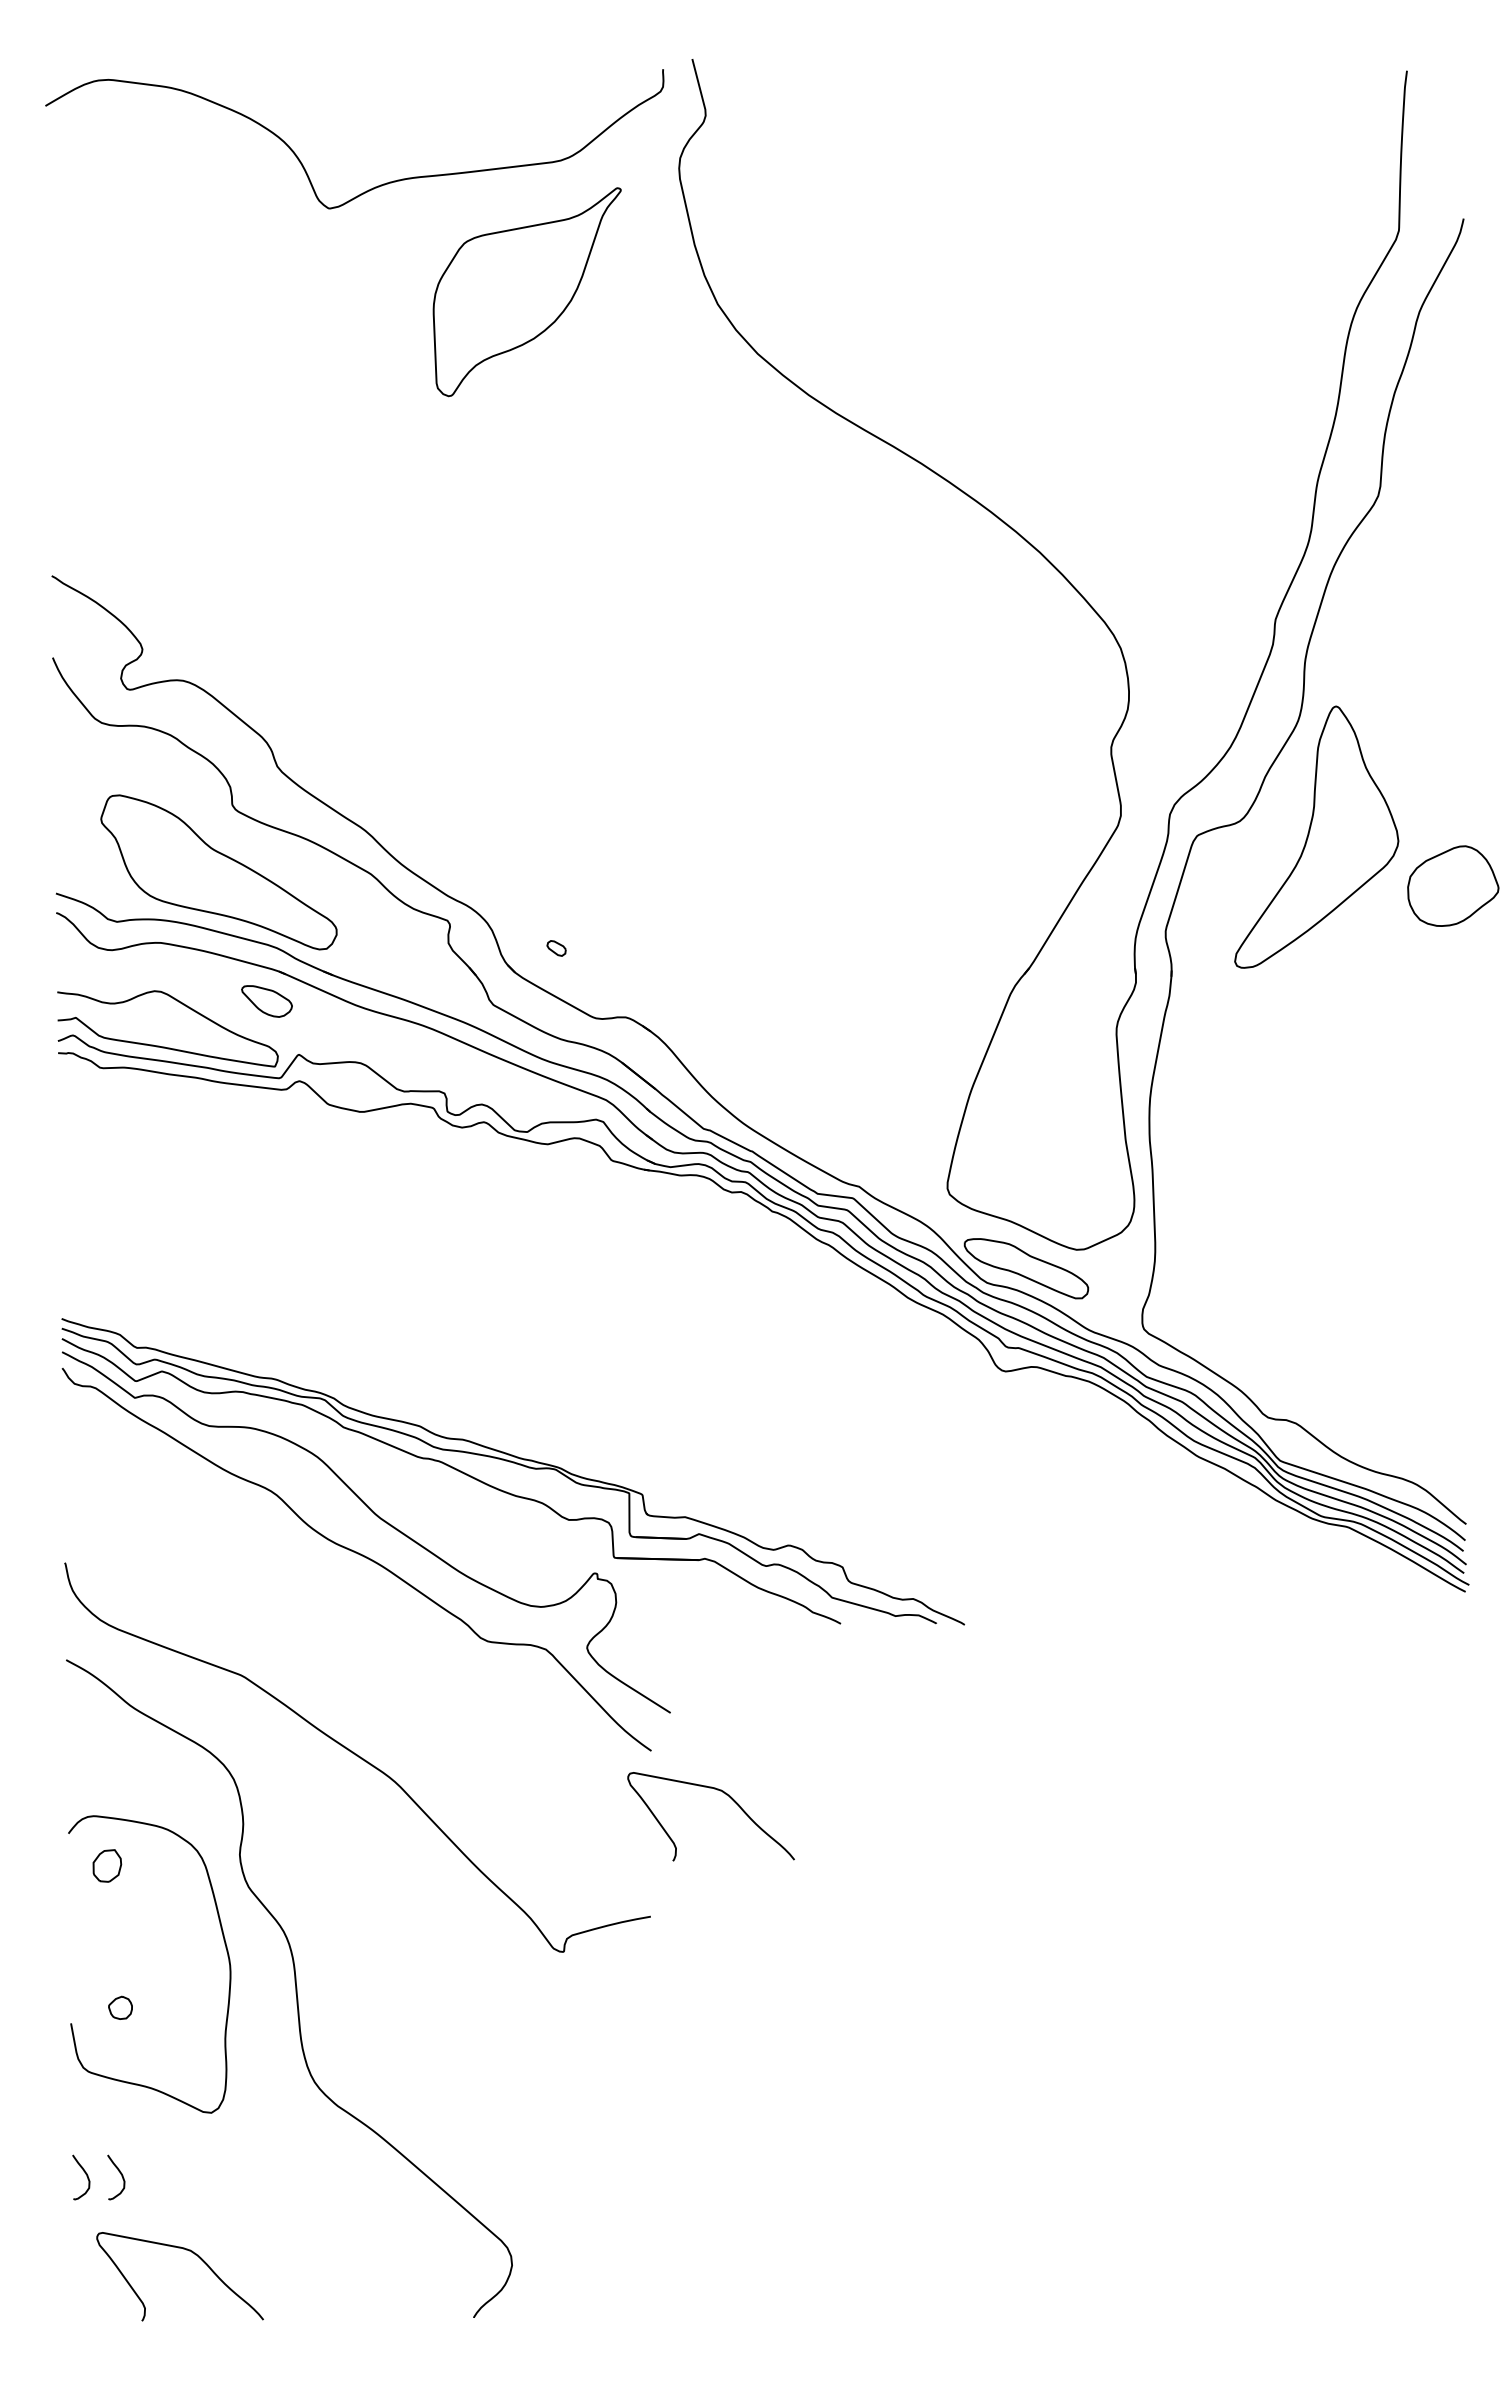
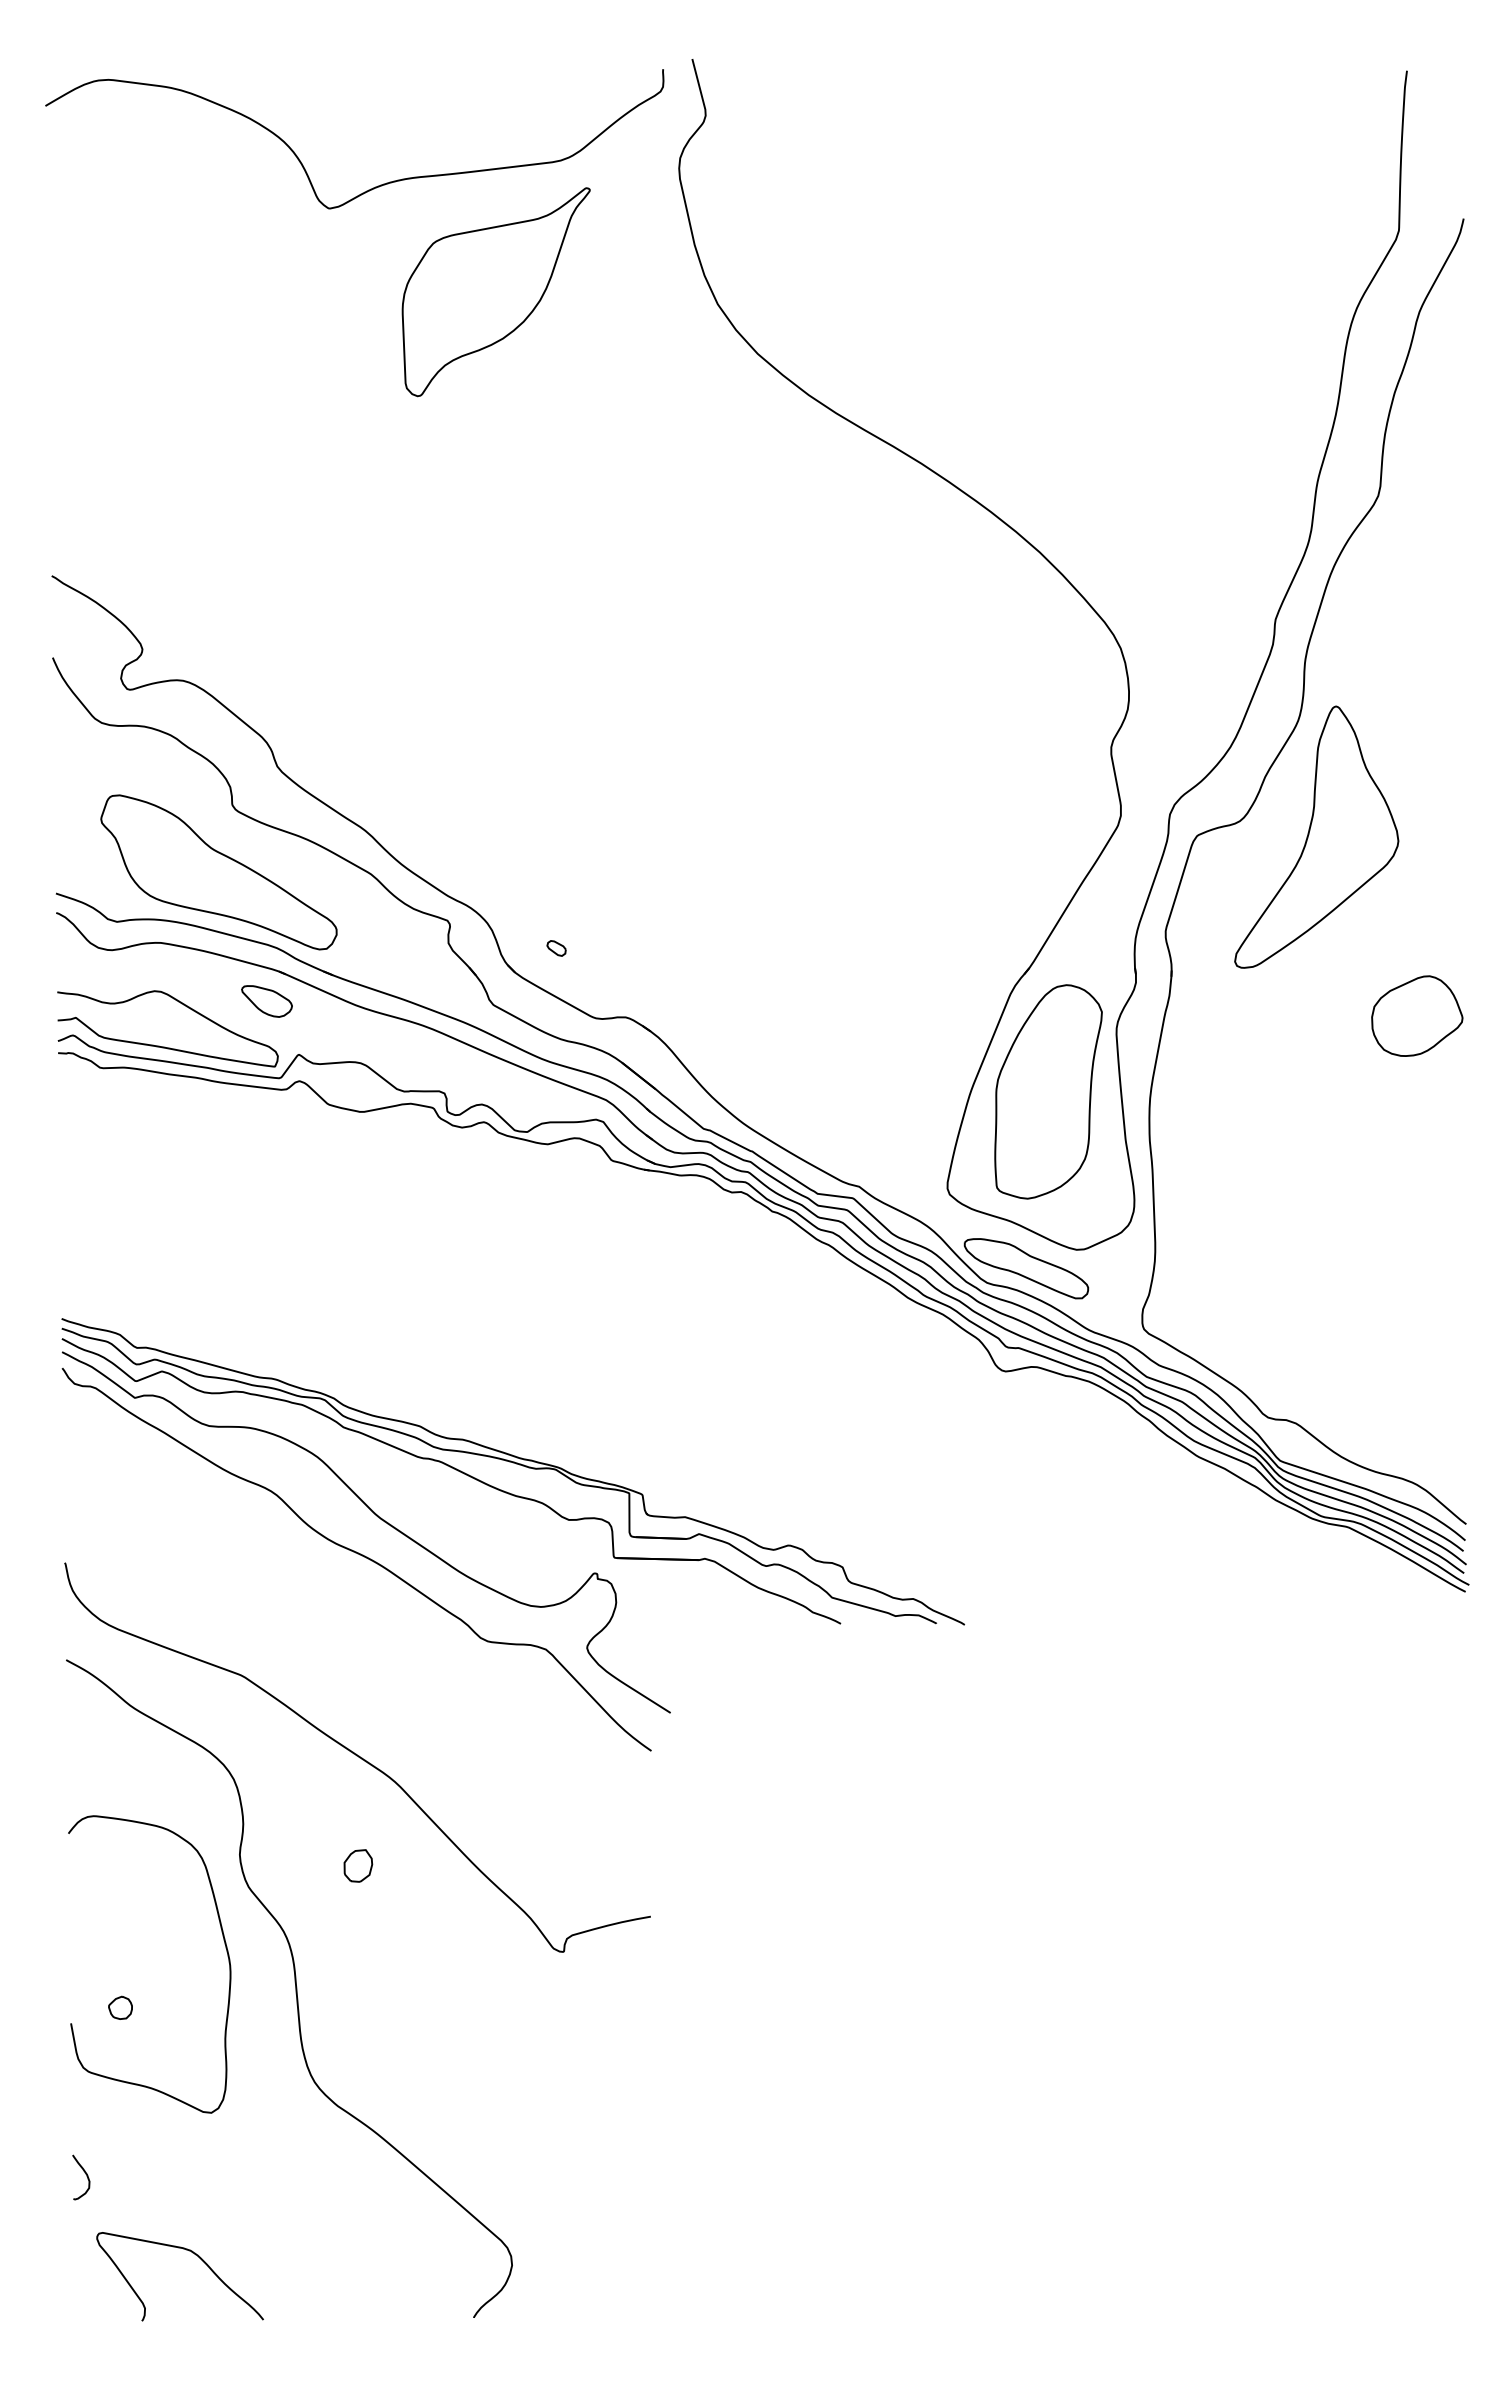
part at (526, 292) position: (526, 292) -> (495, 292)
part at (1453, 885) position: (1453, 885) -> (1417, 1015)
part at (1048, 1091): none -> present
curve at (726, 1795): present -> none
part at (107, 1865) position: (107, 1865) -> (358, 1865)
curve at (120, 2174): present -> none
